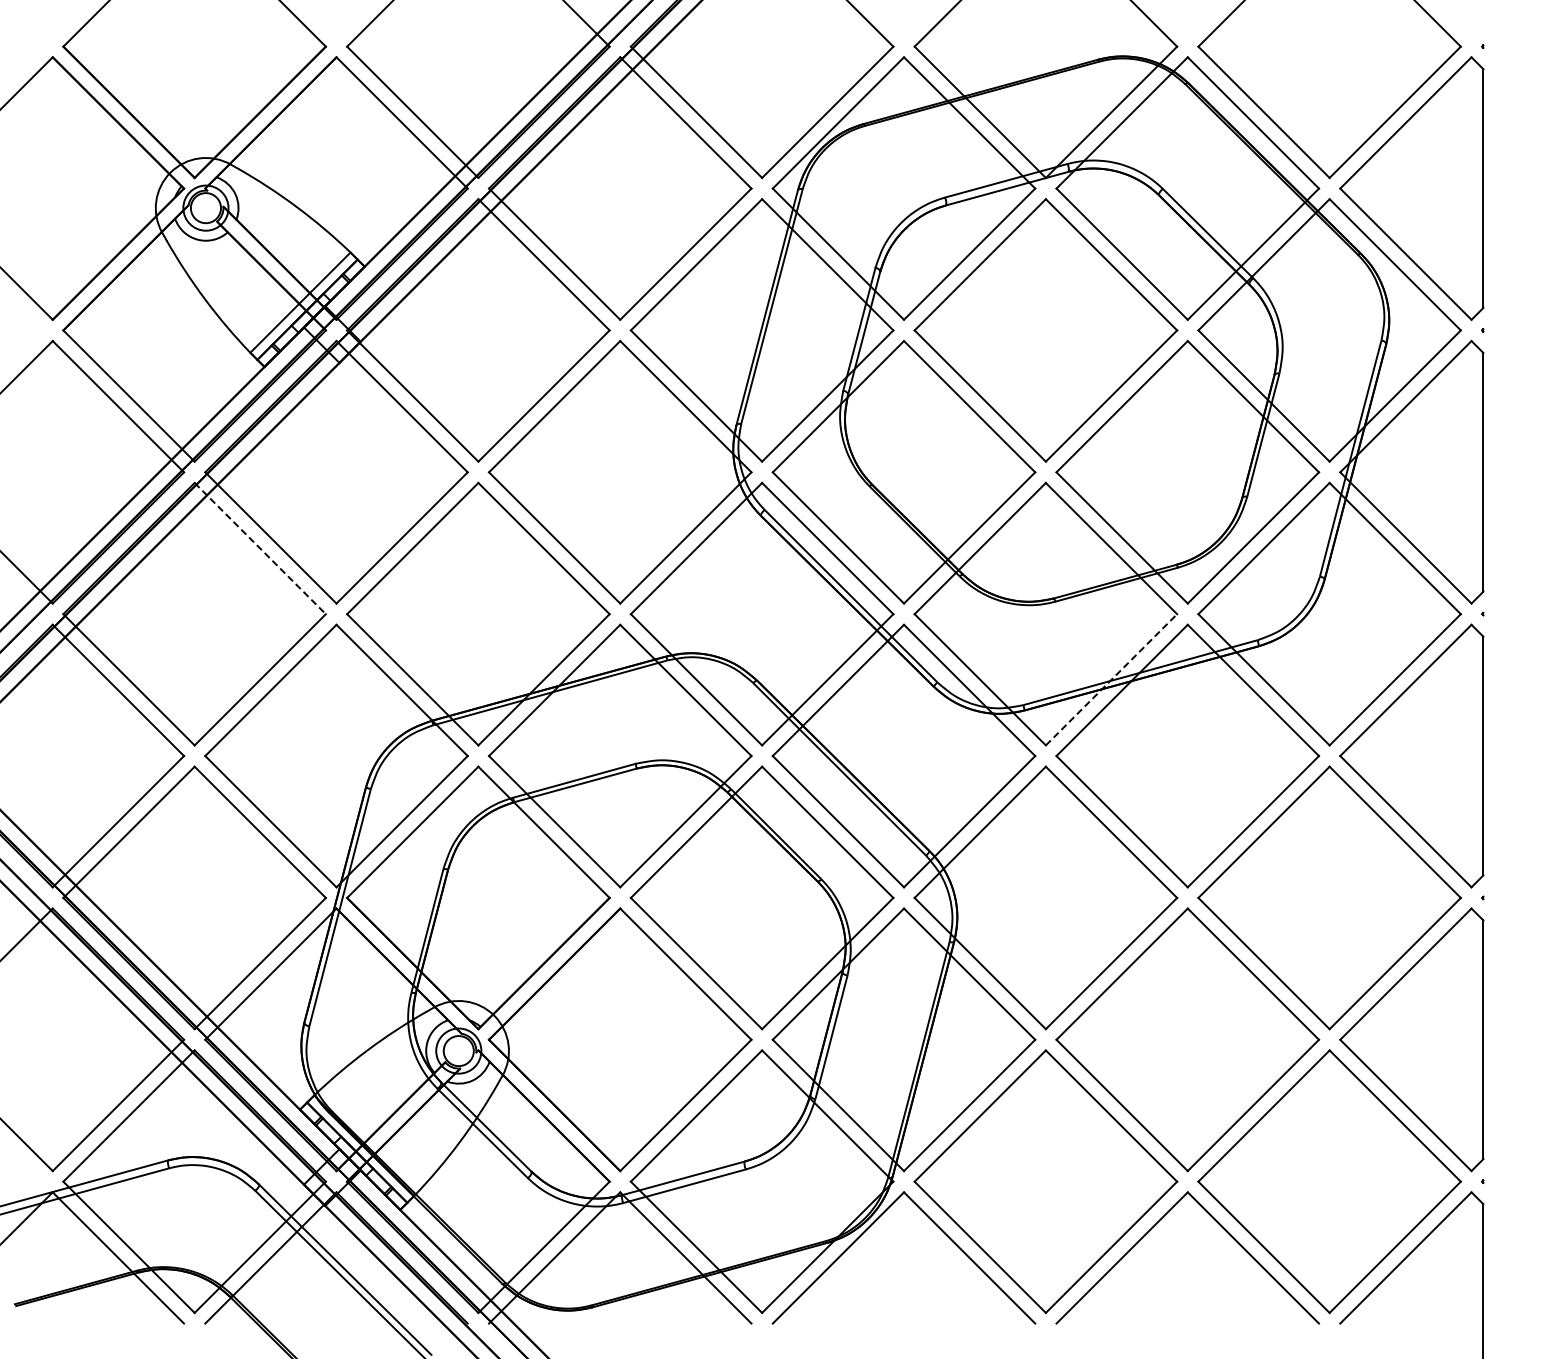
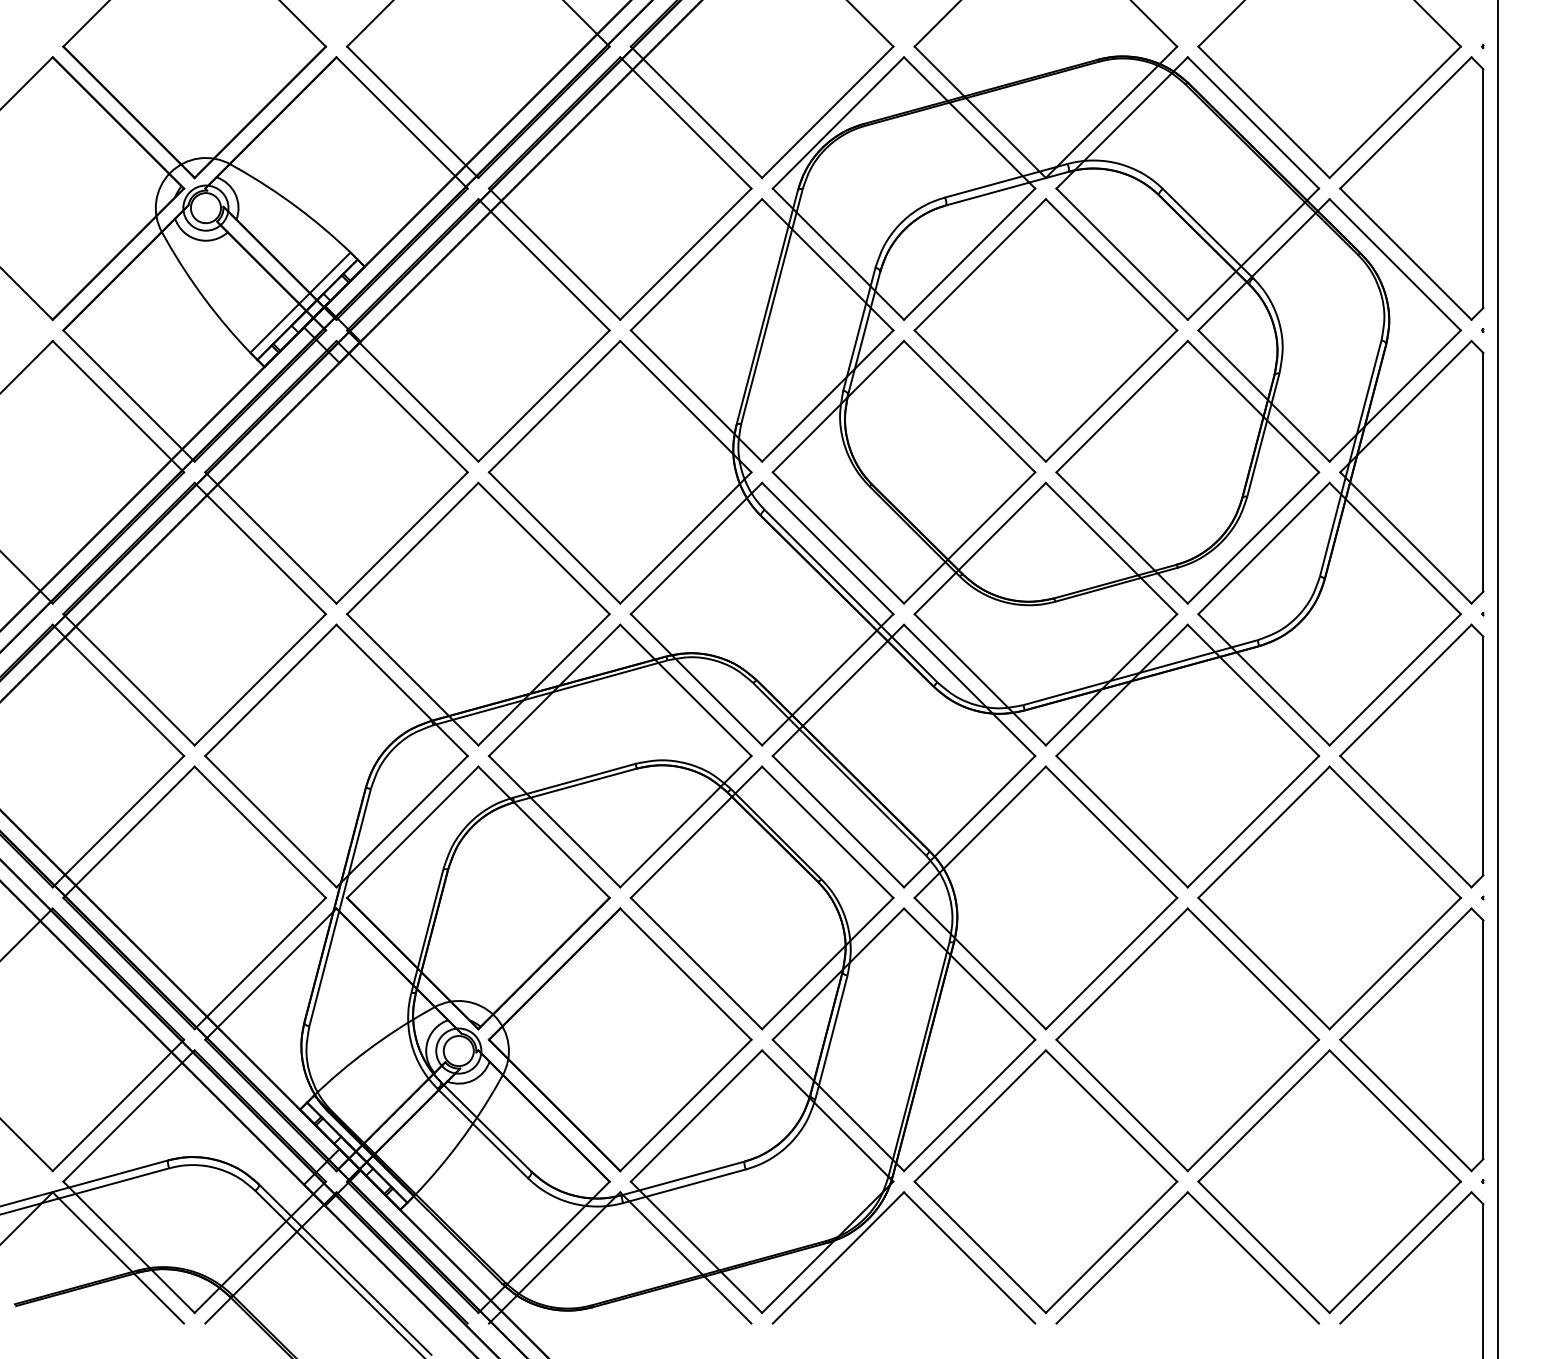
line at (260, 548): dashed -> solid
line at (1498, 678): none -> present
line at (1111, 679): dashed -> solid
